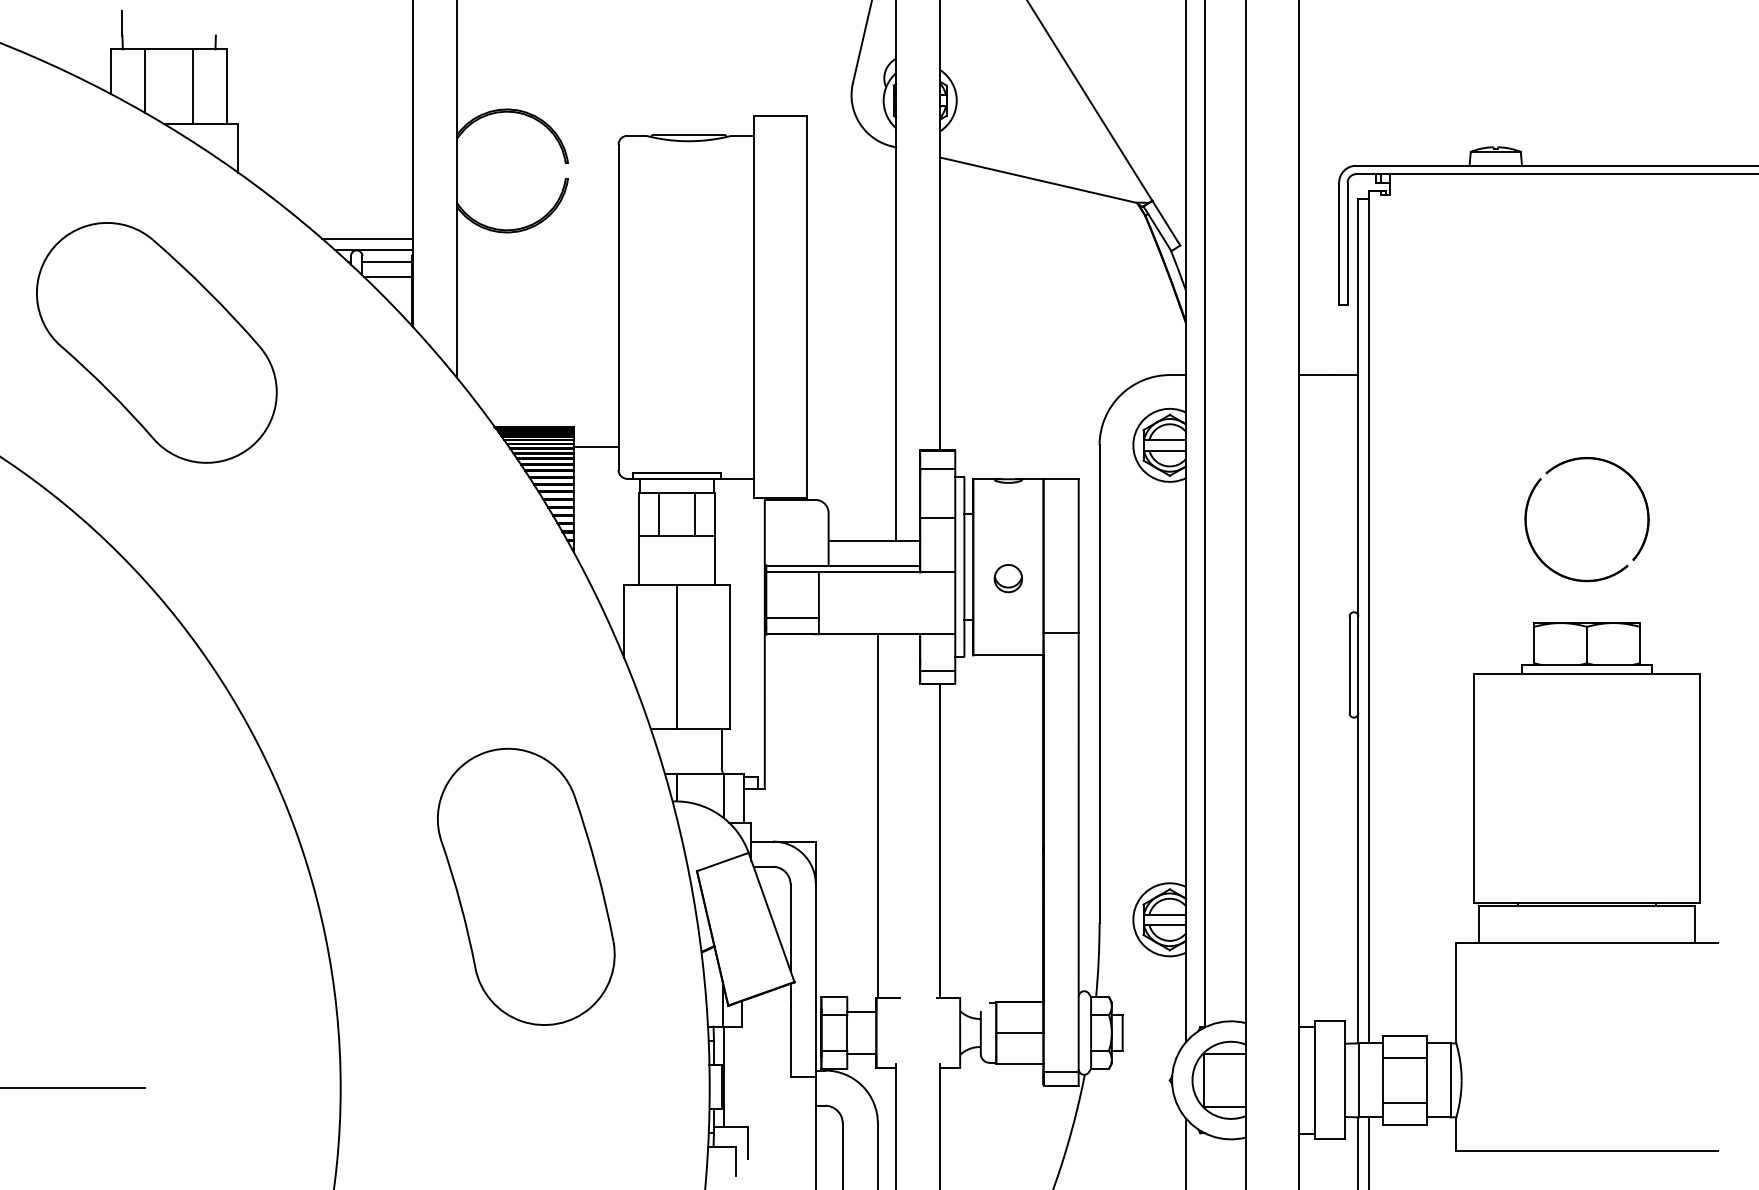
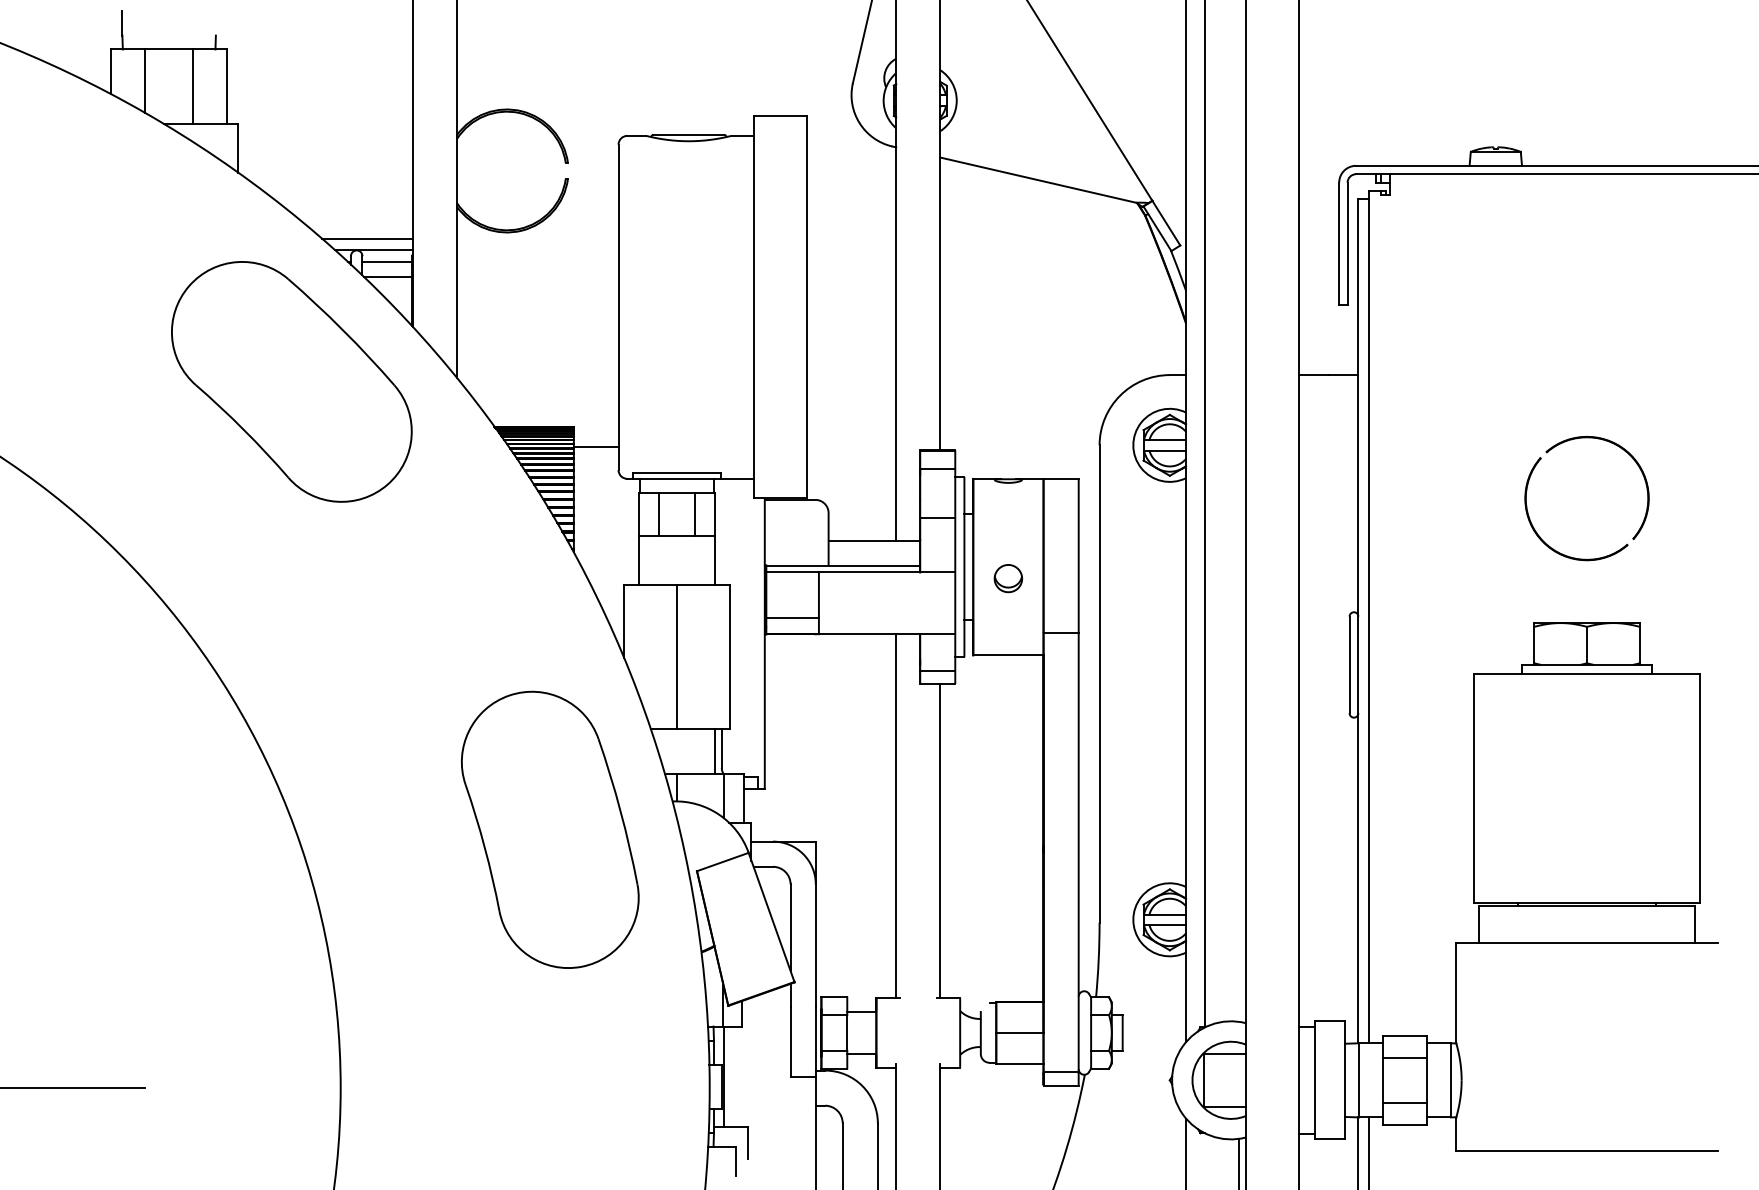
part at (156, 342) position: (156, 342) -> (291, 381)
part at (1527, 512) position: (1527, 512) -> (1527, 491)
line at (714, 751): none -> present
line at (878, 815) position: (878, 815) -> (896, 815)
part at (526, 886) position: (526, 886) -> (550, 829)
line at (1238, 1162): none -> present
